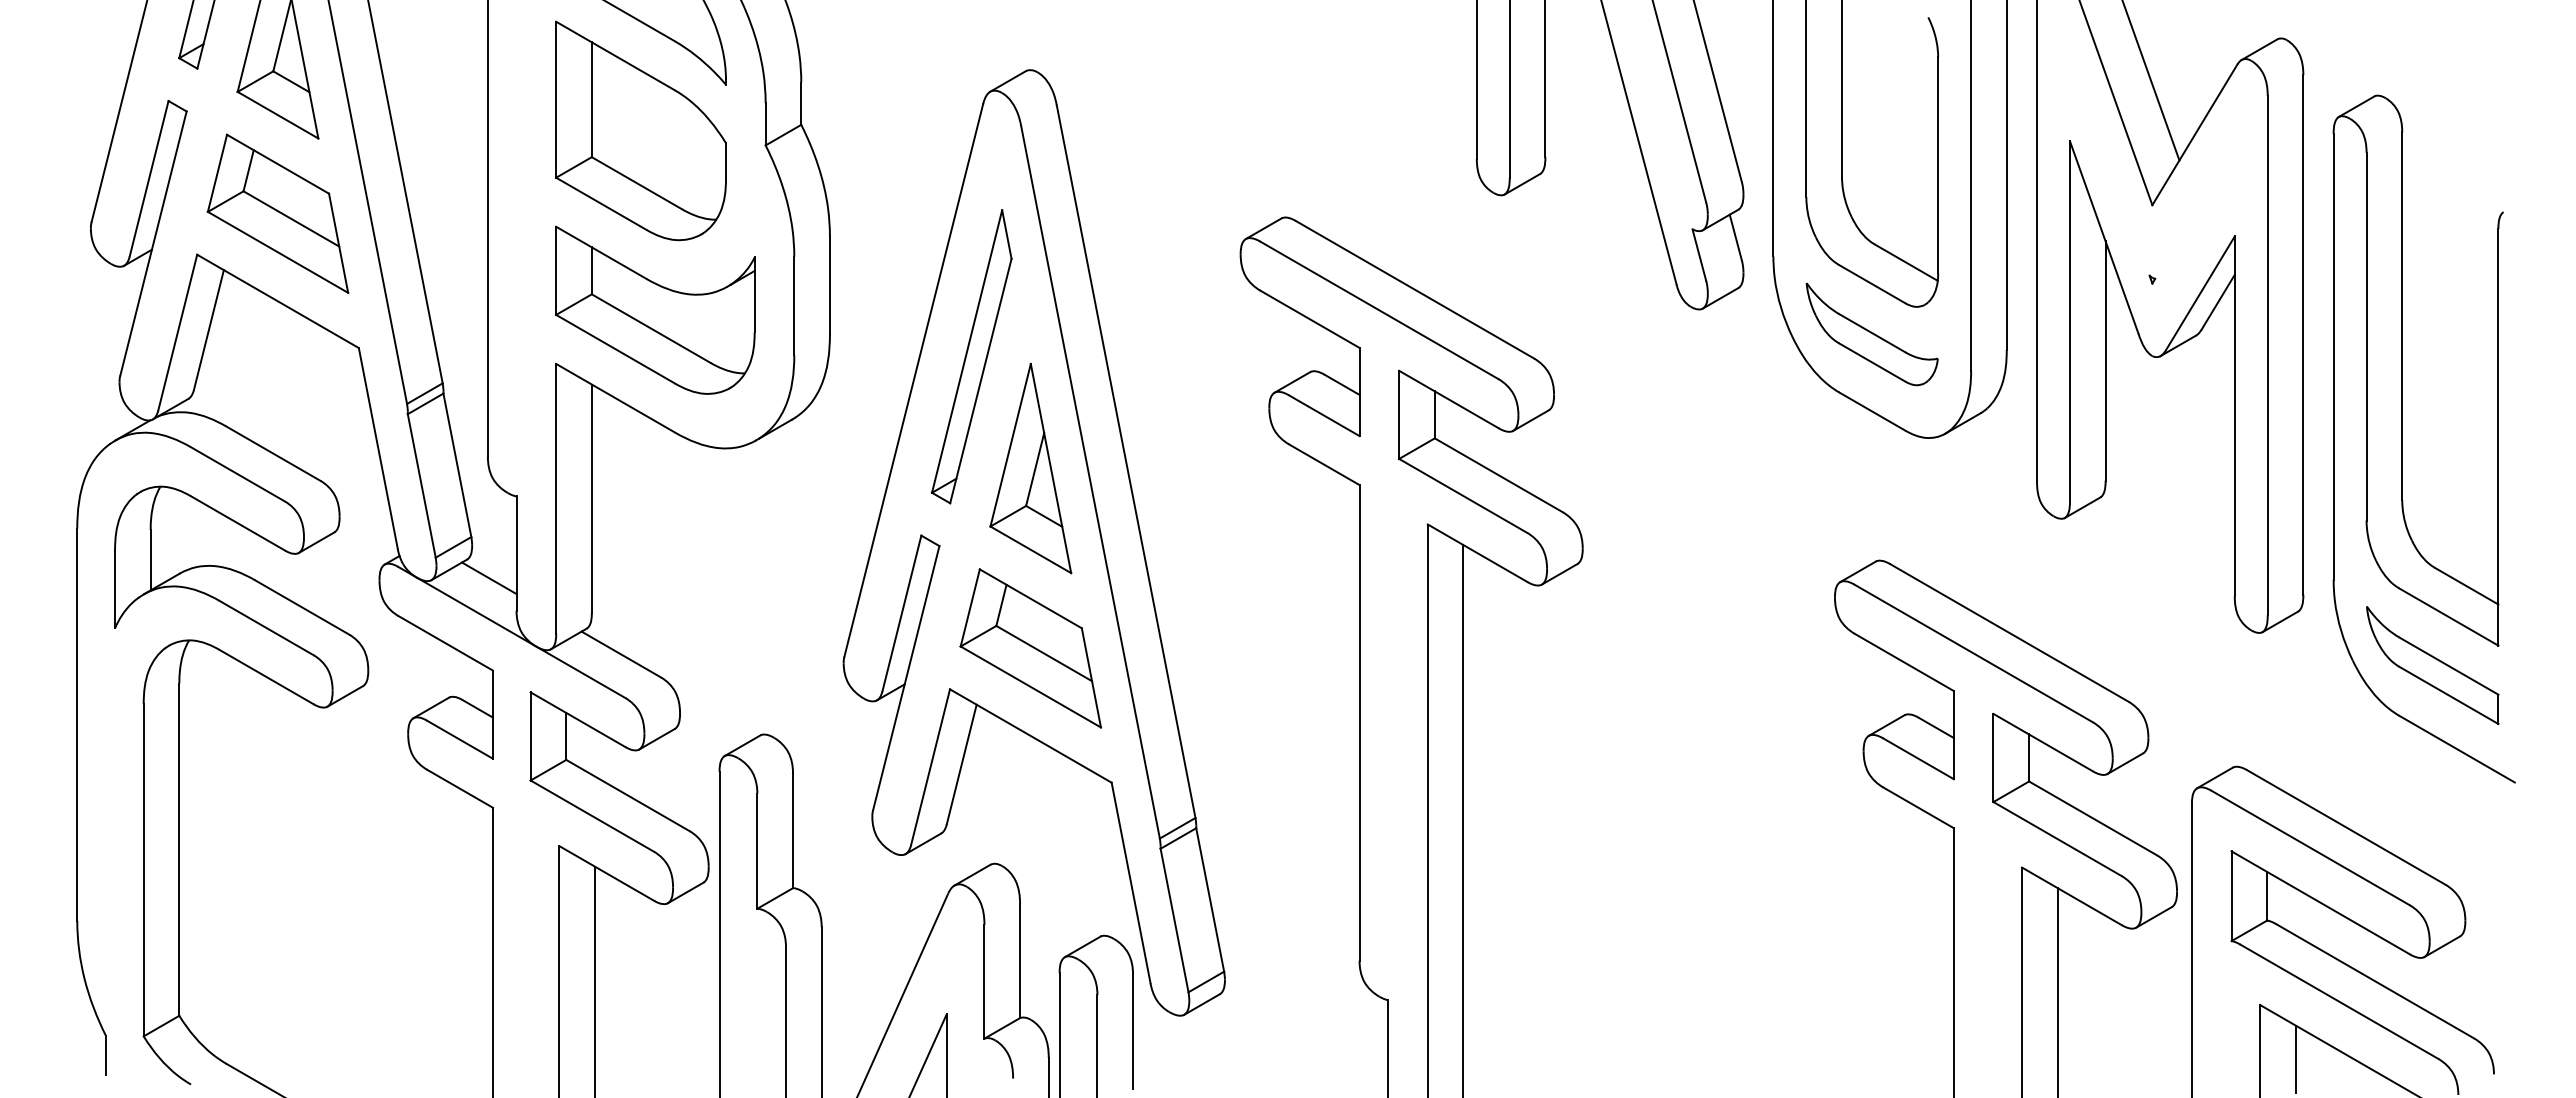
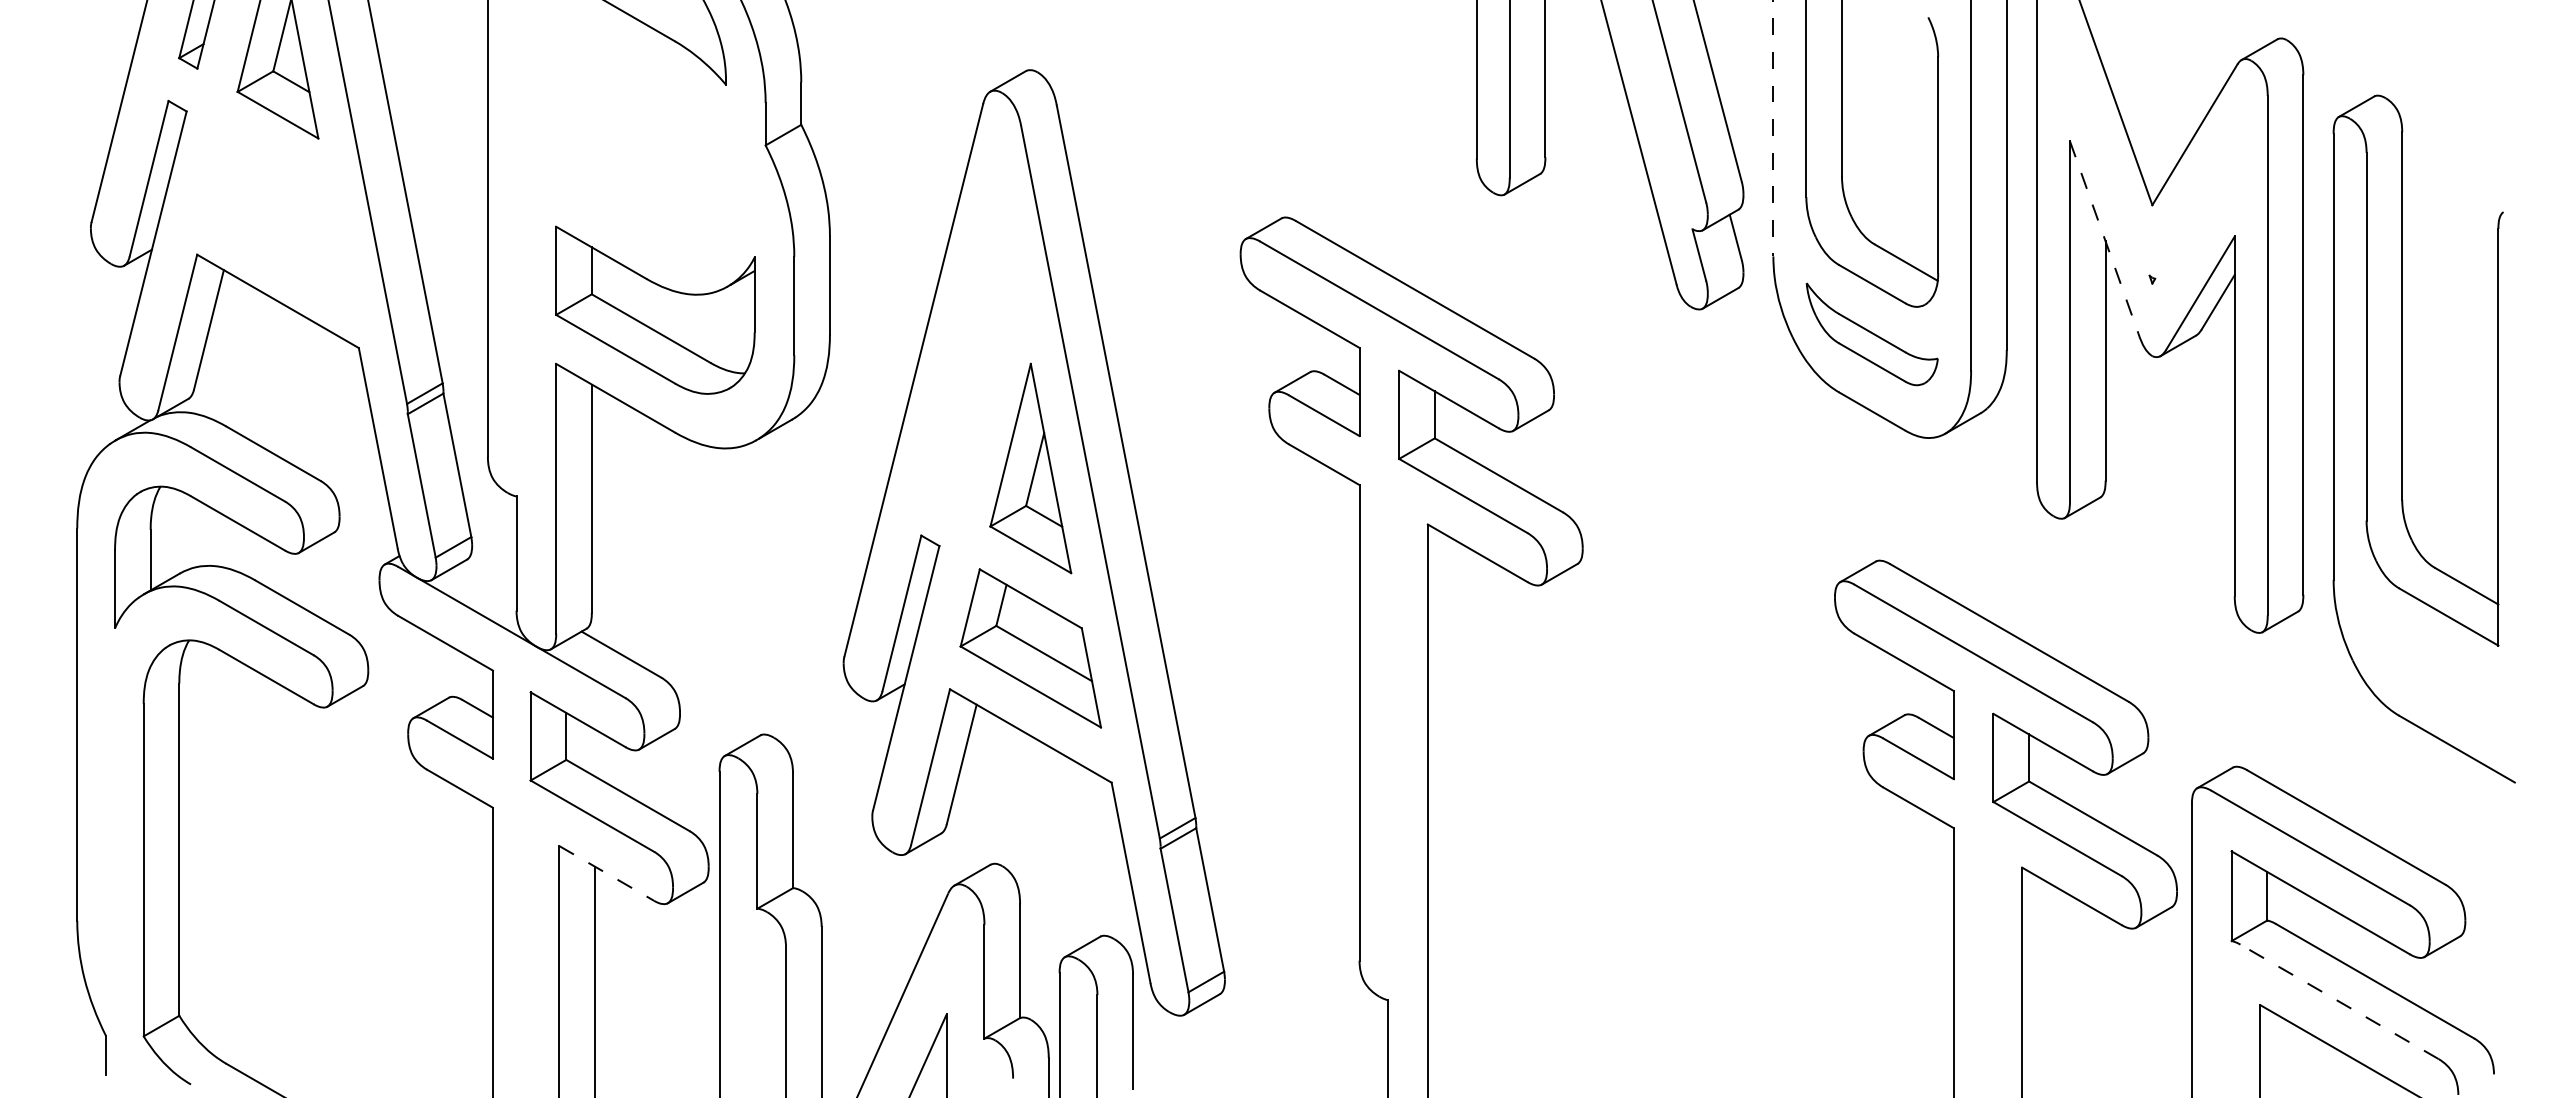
line at (2151, 81): present -> none
line at (1773, 128): solid -> dashed
part at (640, 130): present -> none
part at (277, 213): present -> none
line at (2104, 238): solid -> dashed
part at (971, 356): present -> none
line at (489, 578): present -> none
part at (2432, 665): present -> none
line at (1463, 819): present -> none
line at (606, 873): solid -> dashed
line at (2057, 991): present -> none
line at (2339, 1001): solid -> dashed
line at (2295, 1058): present -> none
